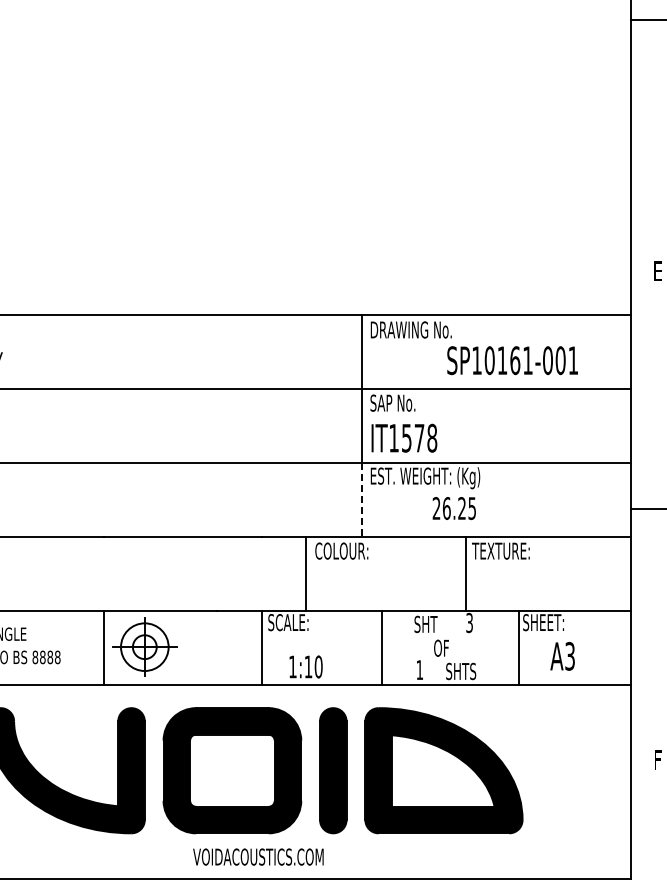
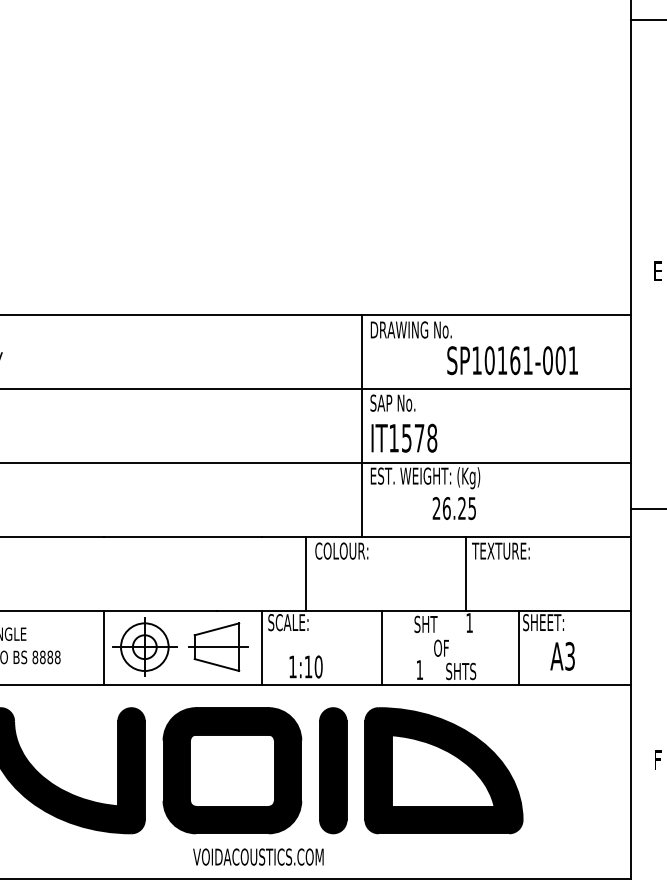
line at (362, 500): dashed -> solid
text at (469, 622): 3 -> 1
part at (218, 646): none -> present
